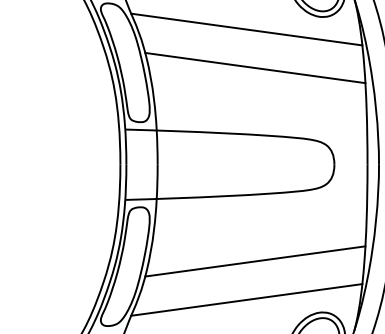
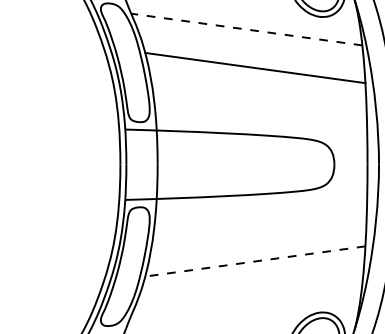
line at (246, 29): solid -> dashed
line at (254, 261): solid -> dashed
line at (246, 299): present -> none
